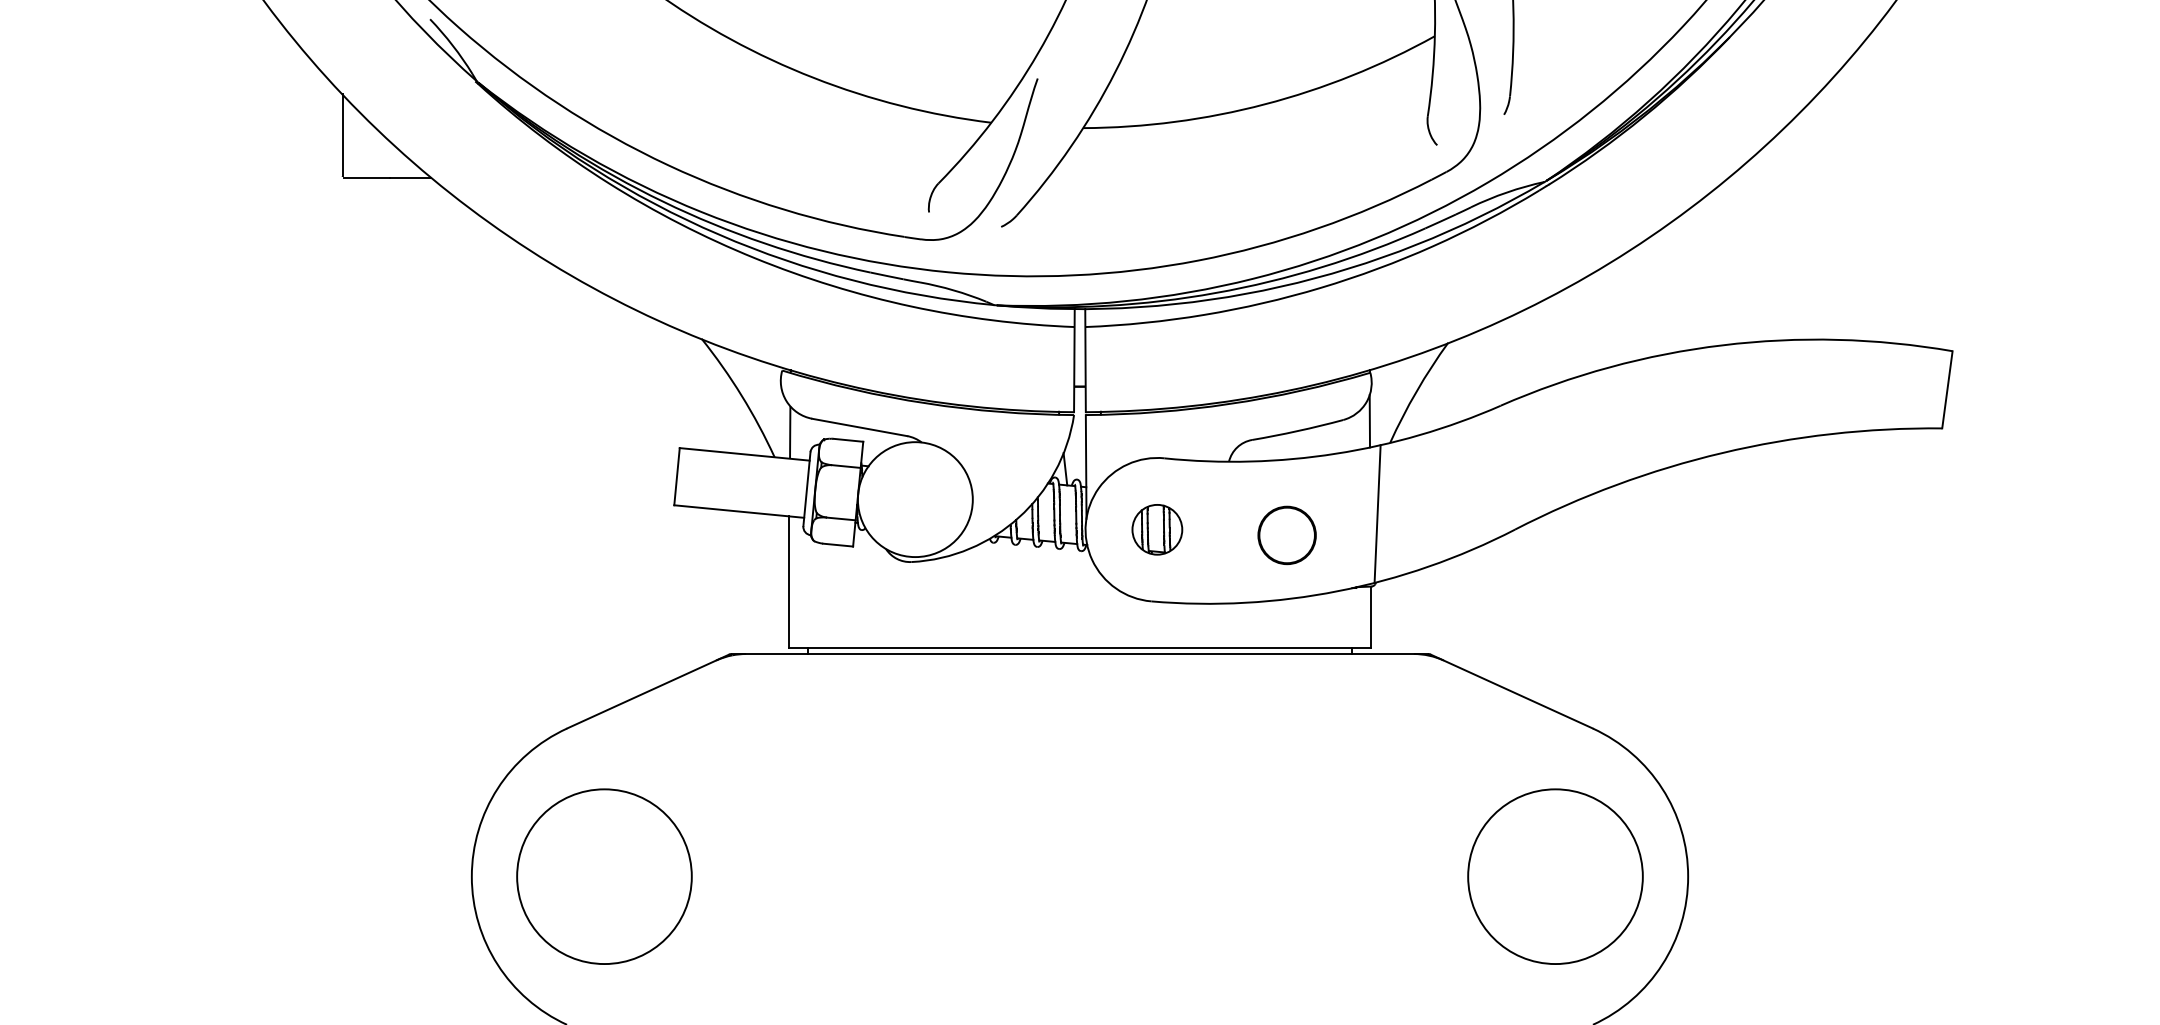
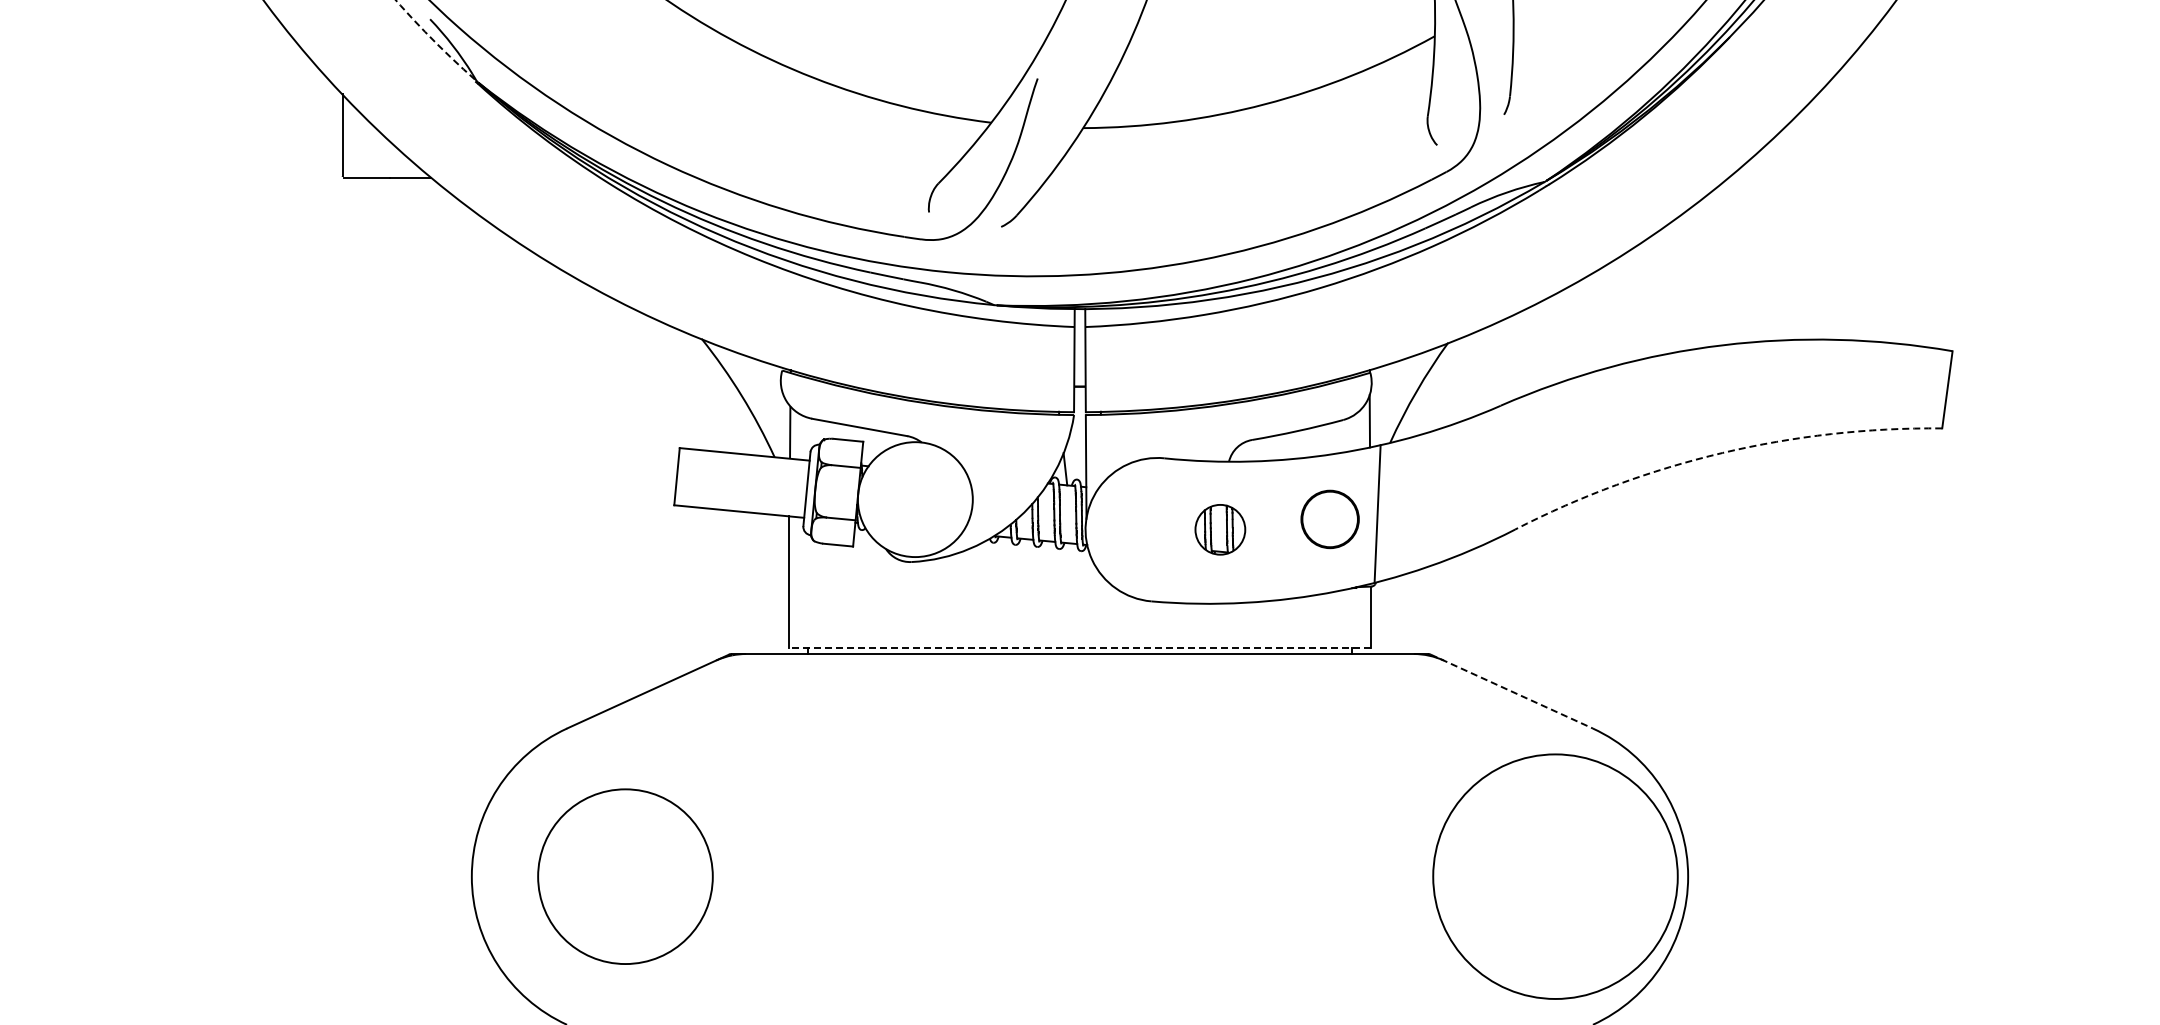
arc at (435, 42): solid -> dashed
arc at (1722, 452): solid -> dashed
part at (1157, 529) position: (1157, 529) -> (1220, 529)
part at (1286, 535) position: (1286, 535) -> (1329, 519)
line at (1079, 648): solid -> dashed
line at (1512, 691): solid -> dashed
circle at (604, 876) position: (604, 876) -> (625, 876)
circle at (1555, 876) diameter: 175 px -> 245 px
